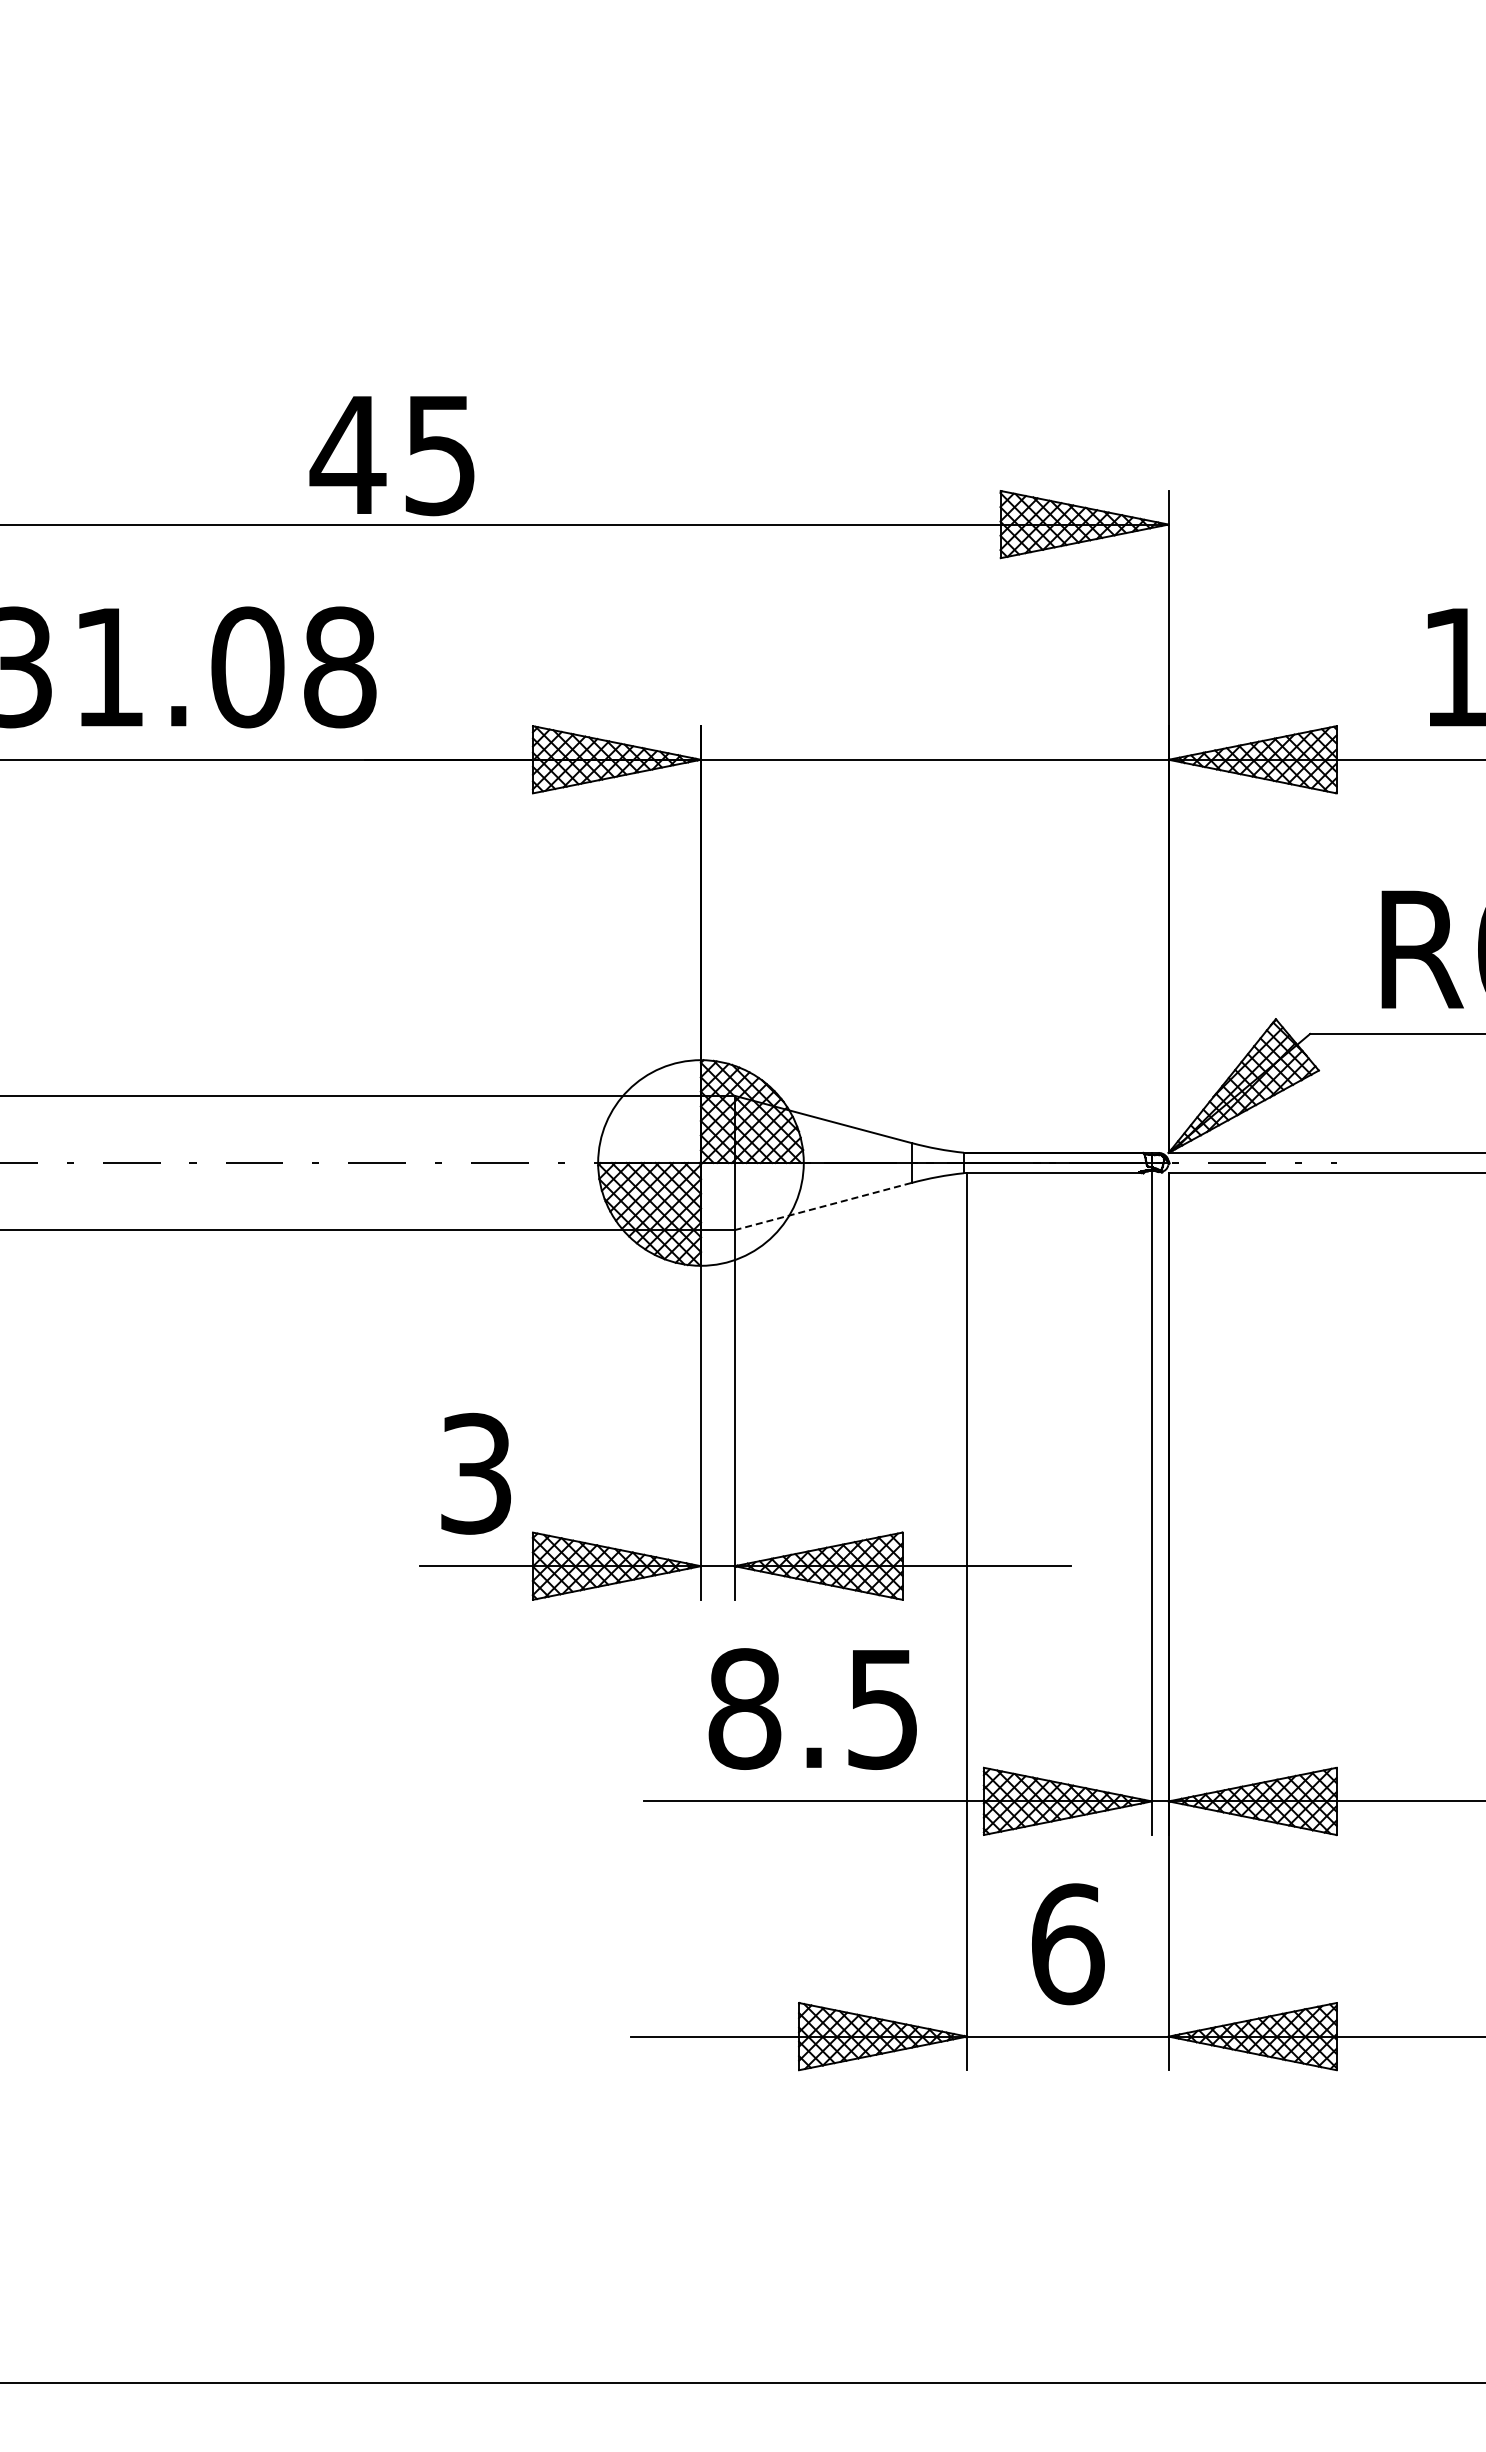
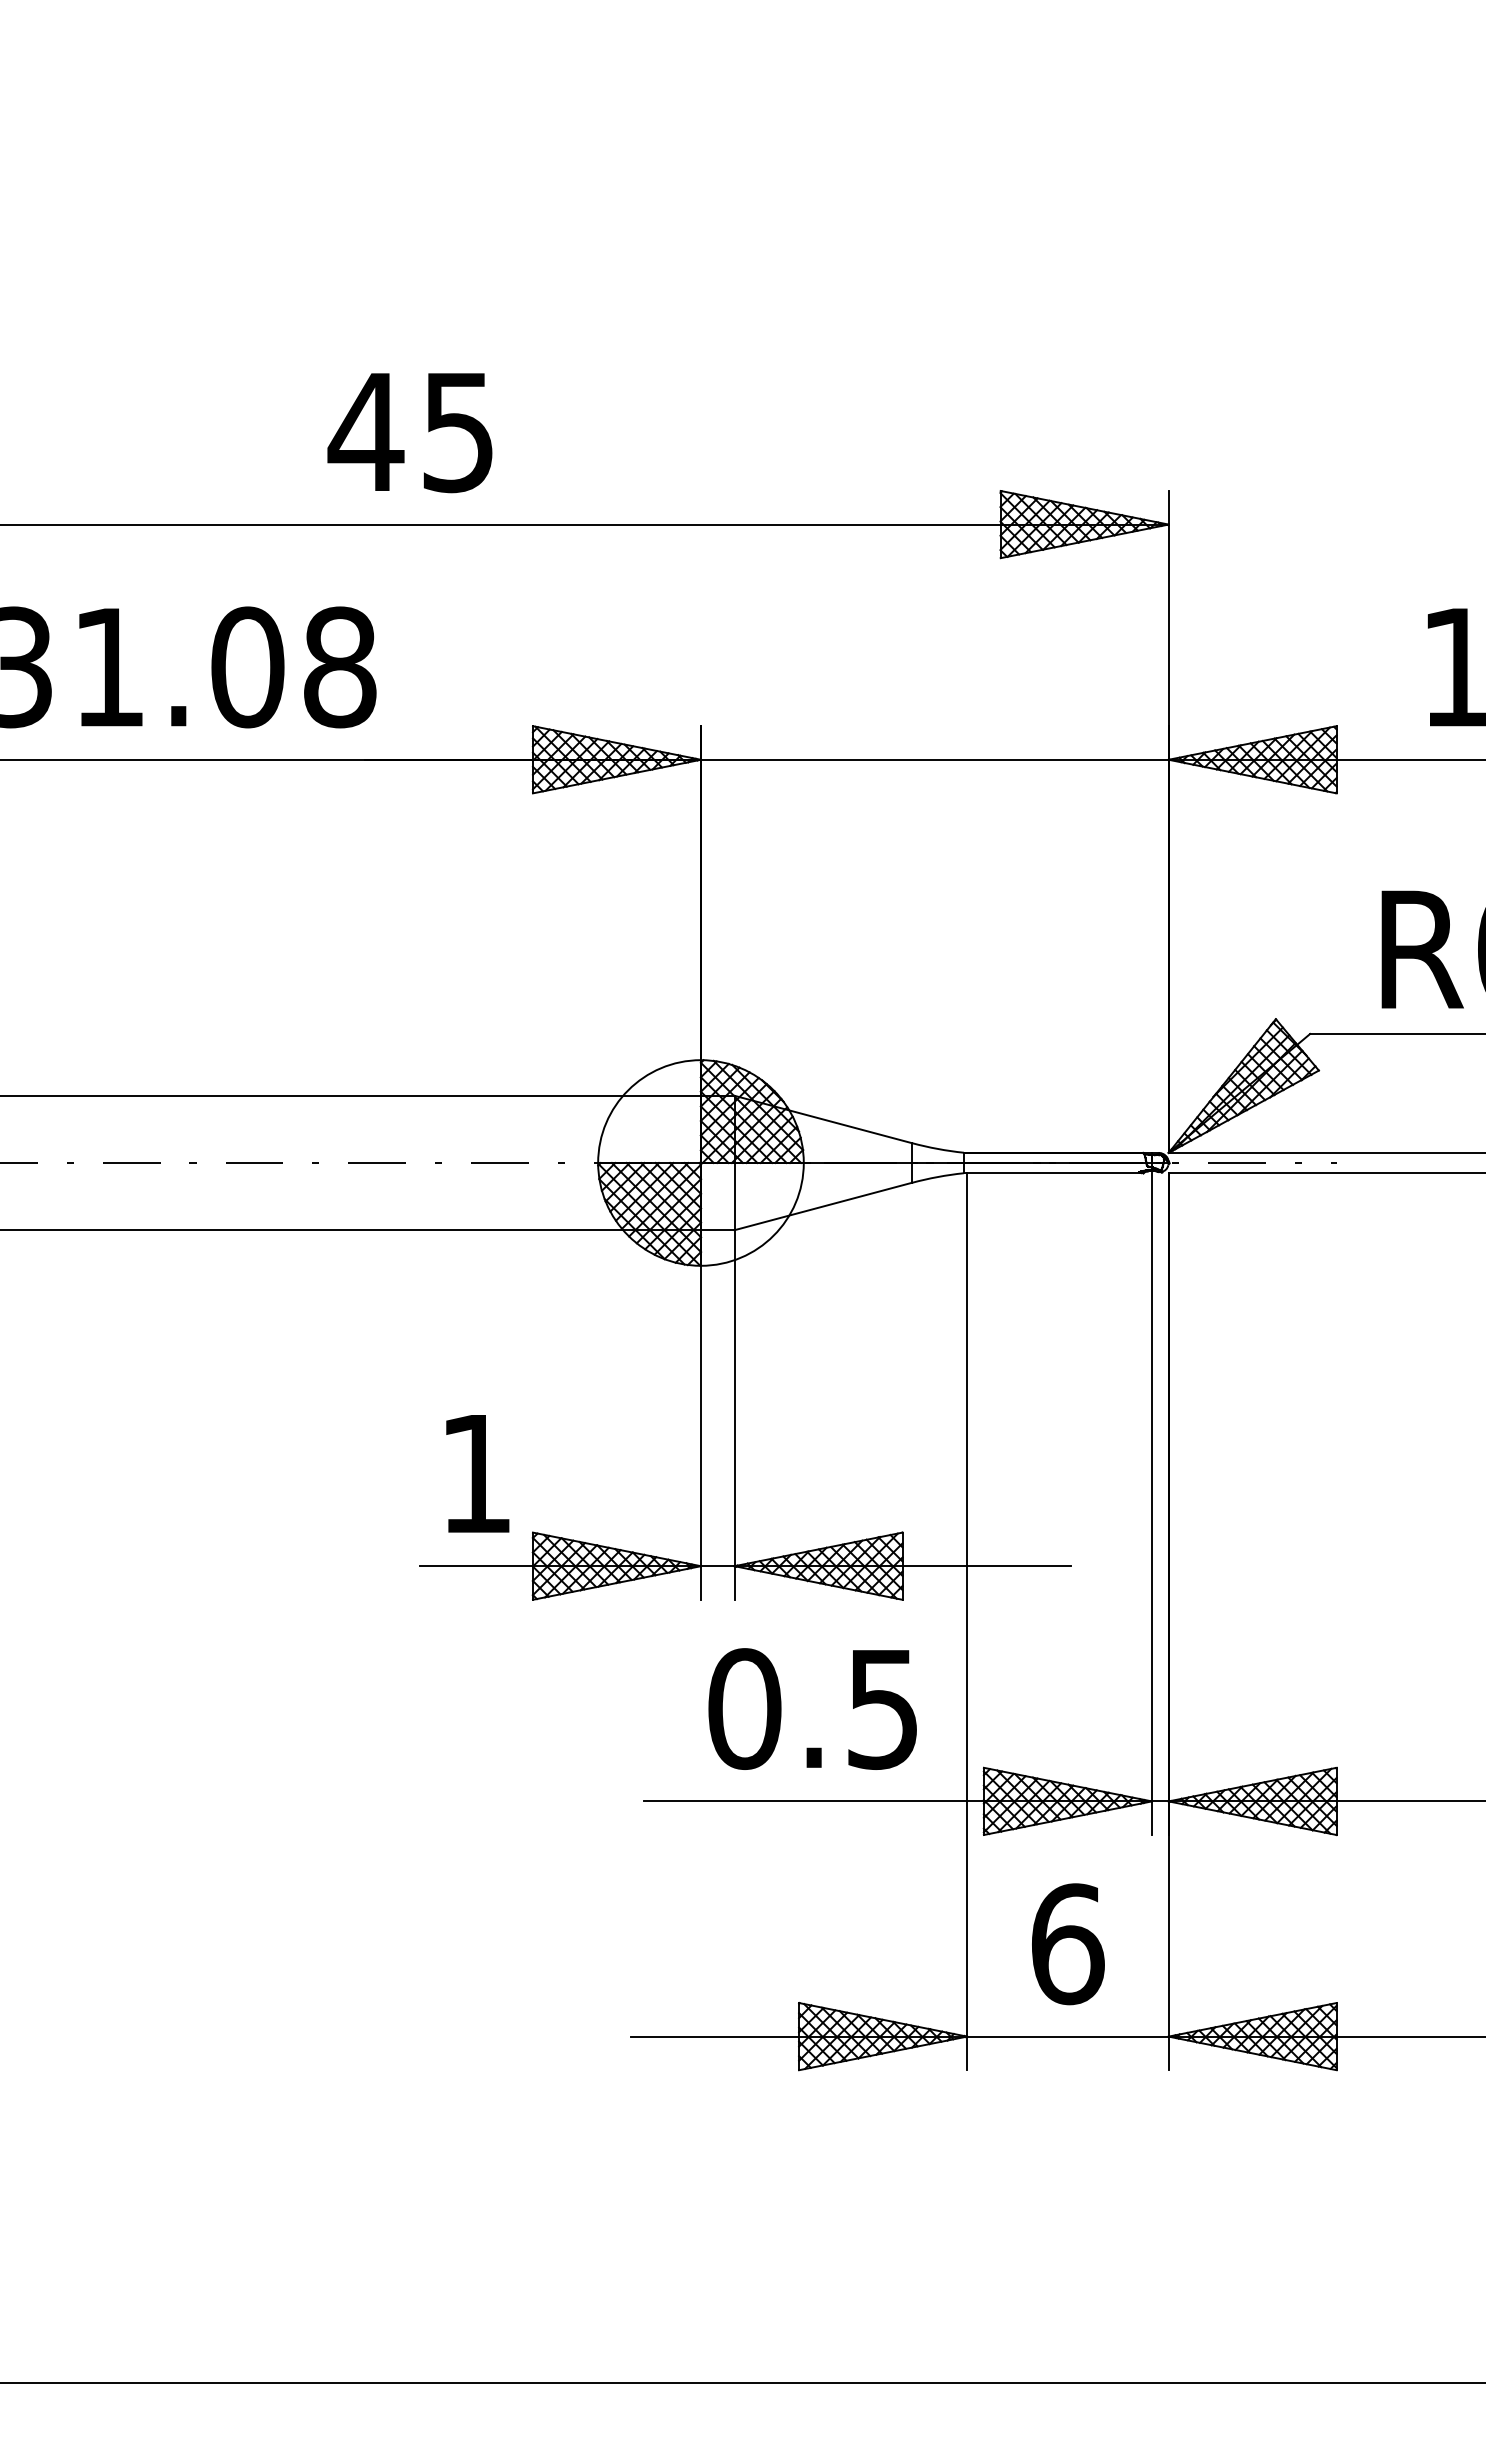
text at (391, 456) position: (391, 456) -> (409, 433)
line at (823, 1206): dashed -> solid
text at (476, 1473): 3 -> 1
text at (744, 1708): 8.5 -> 0.5
